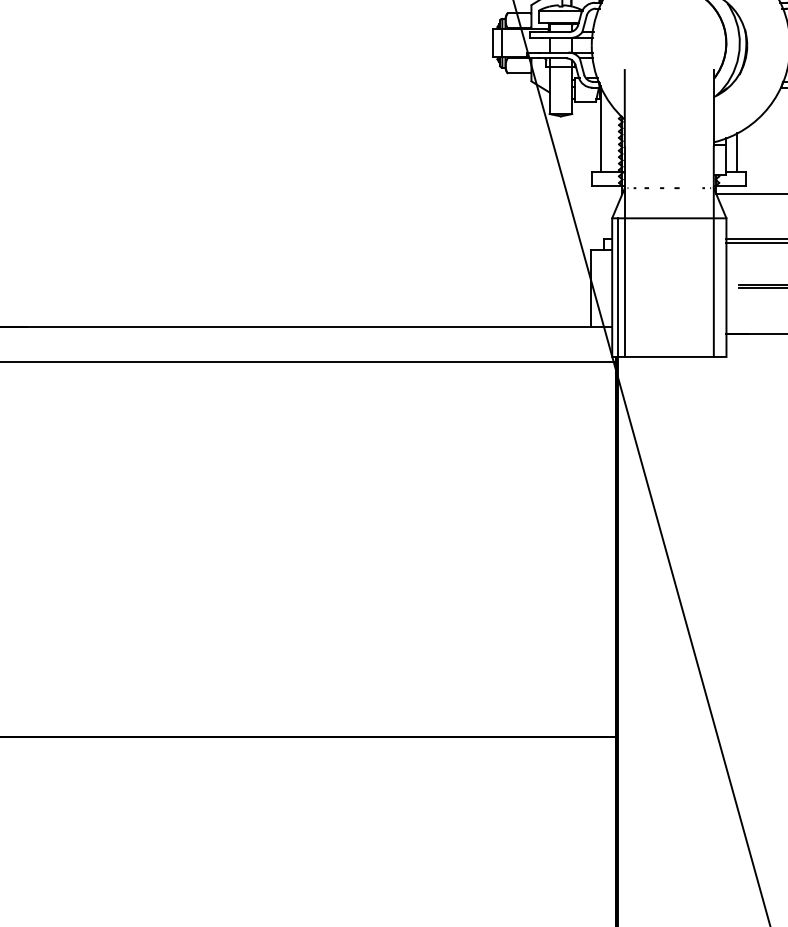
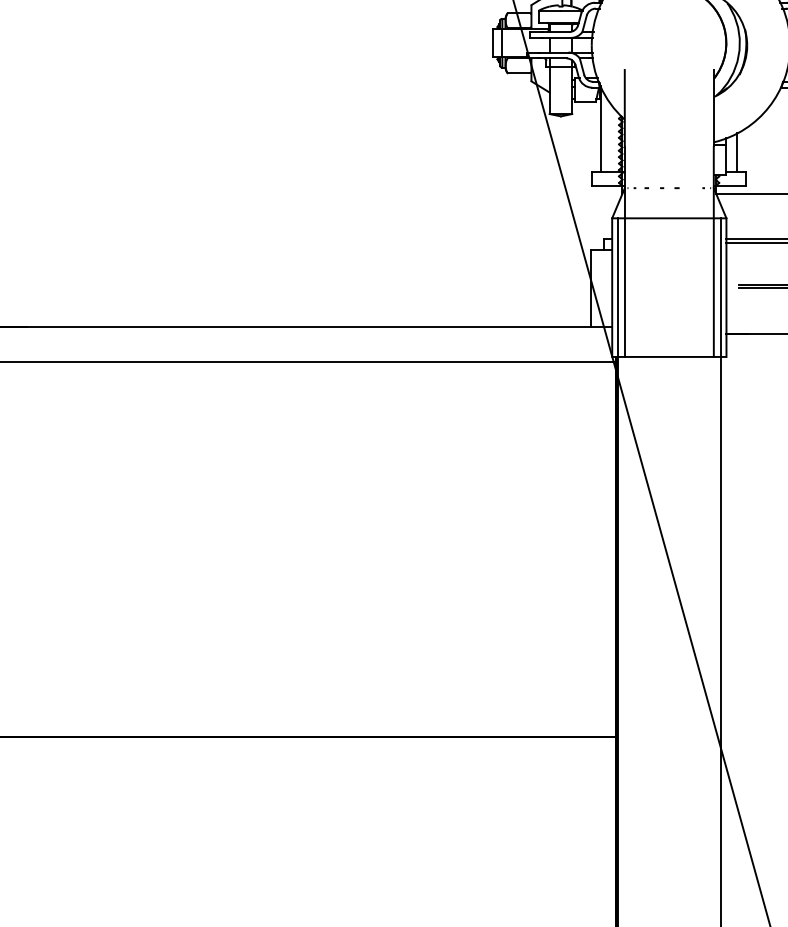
line at (720, 570): none -> present
